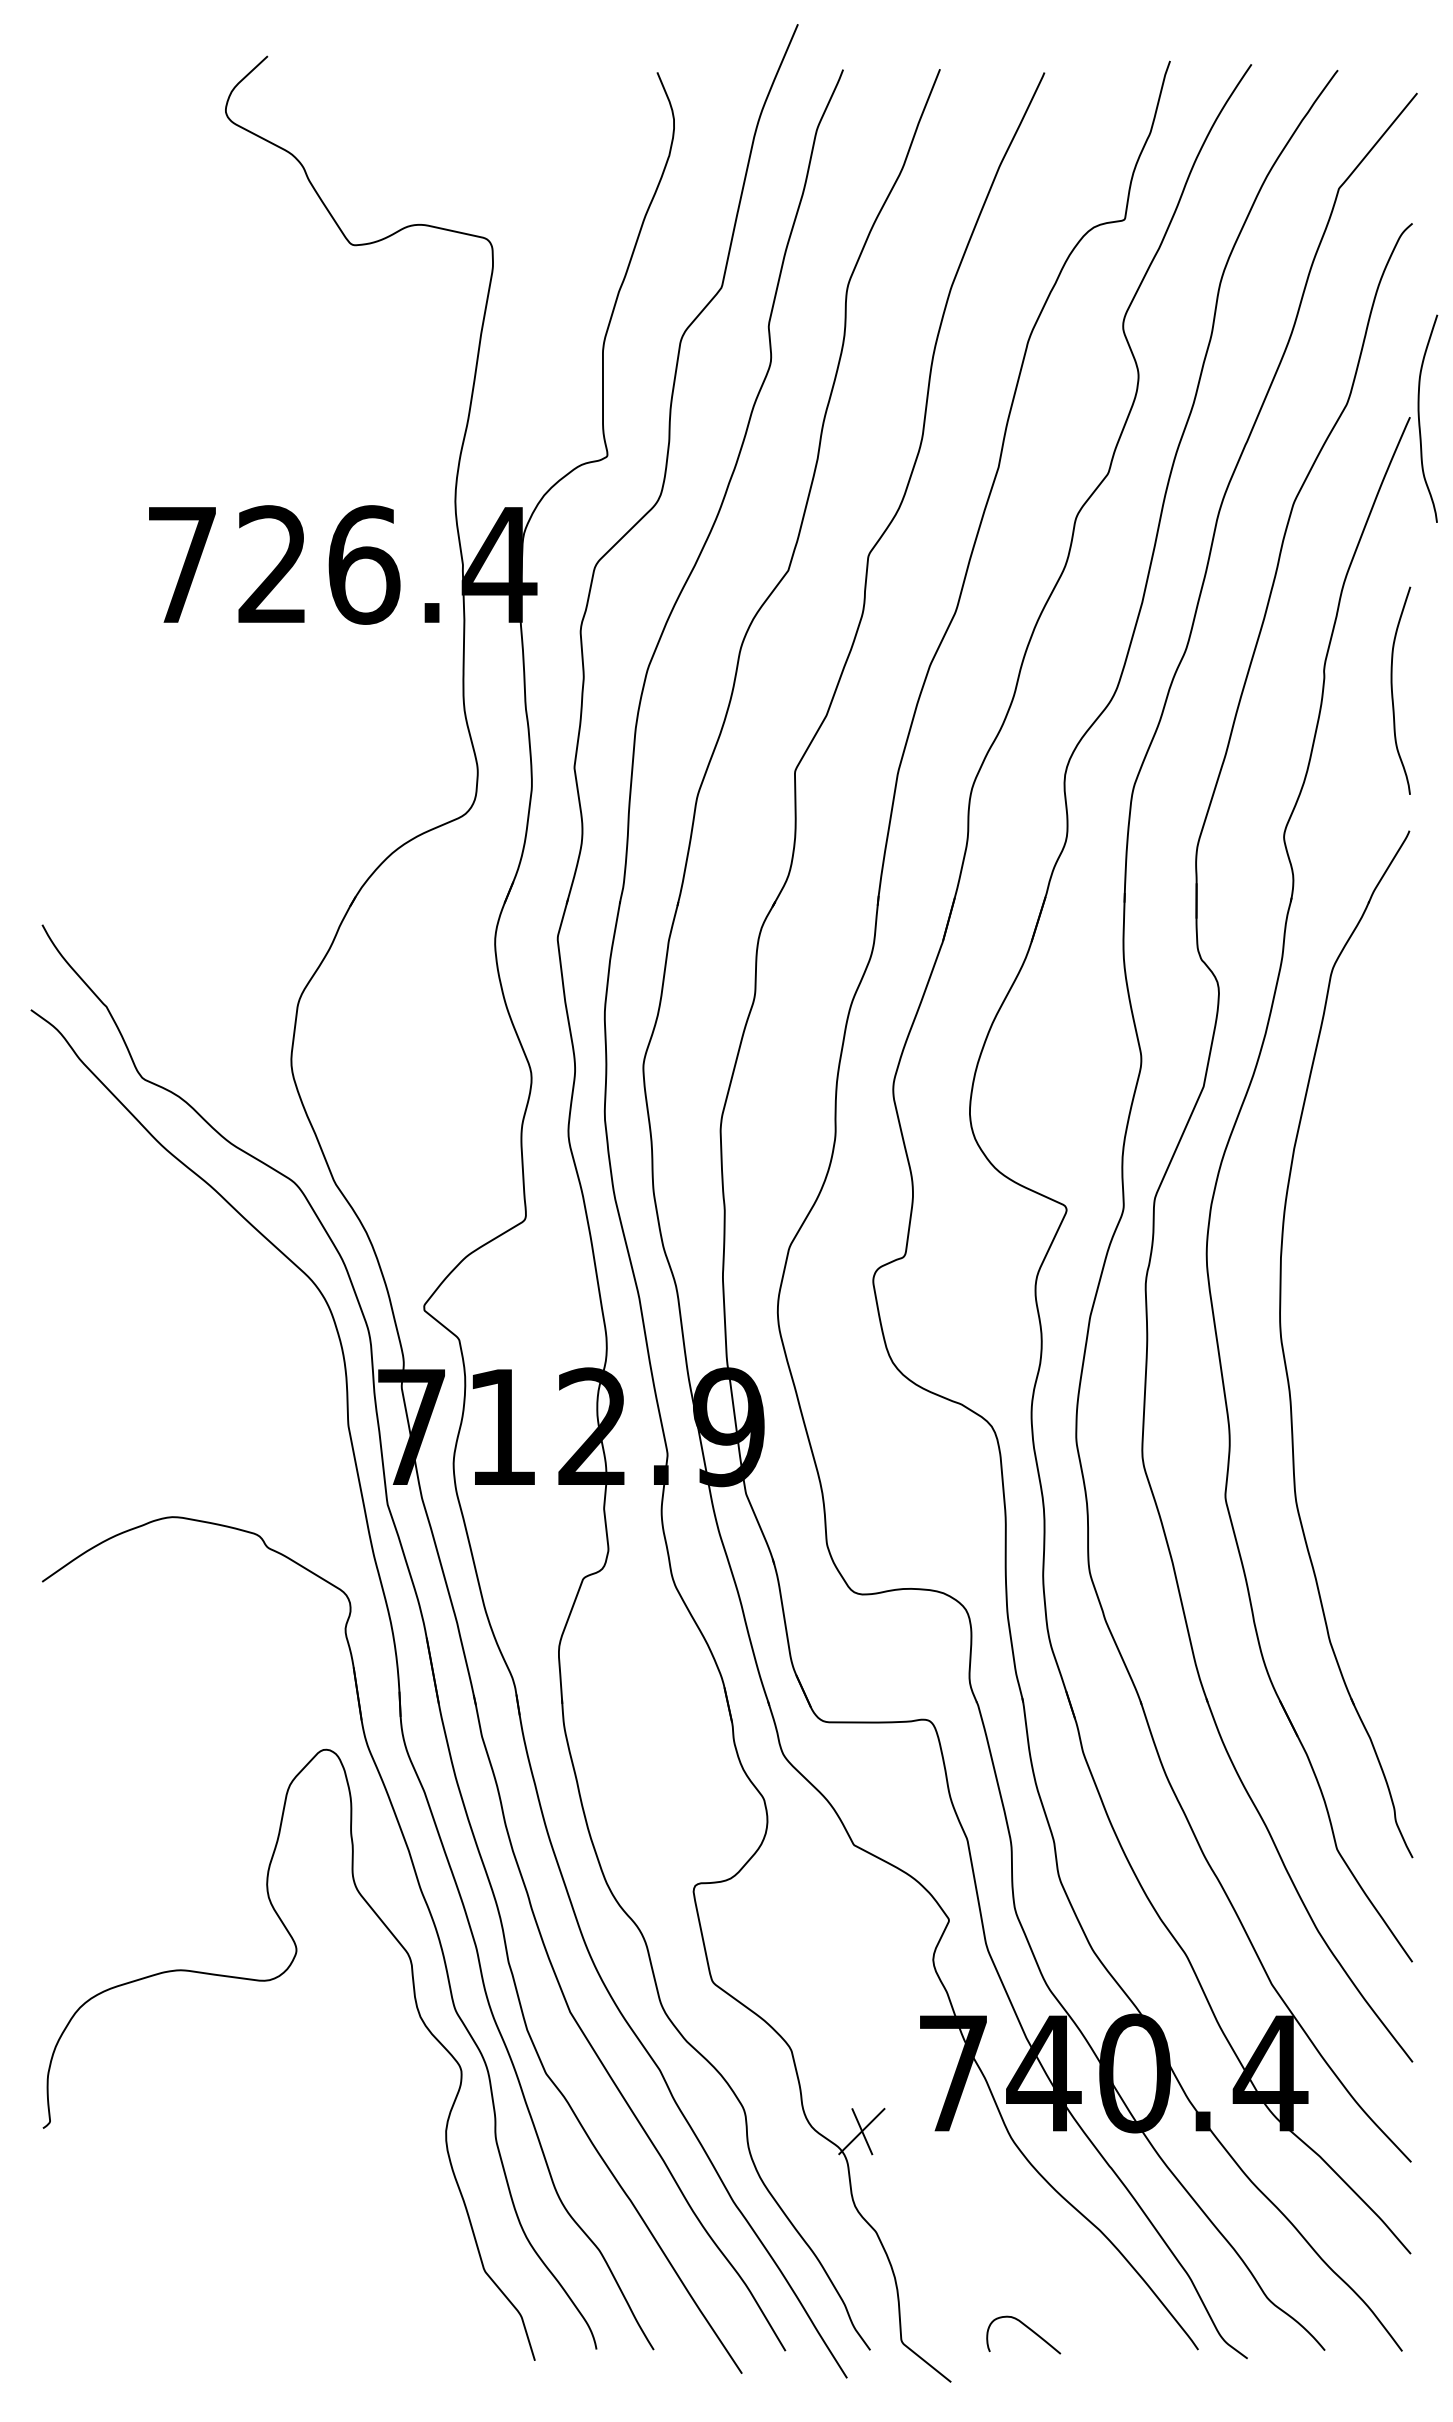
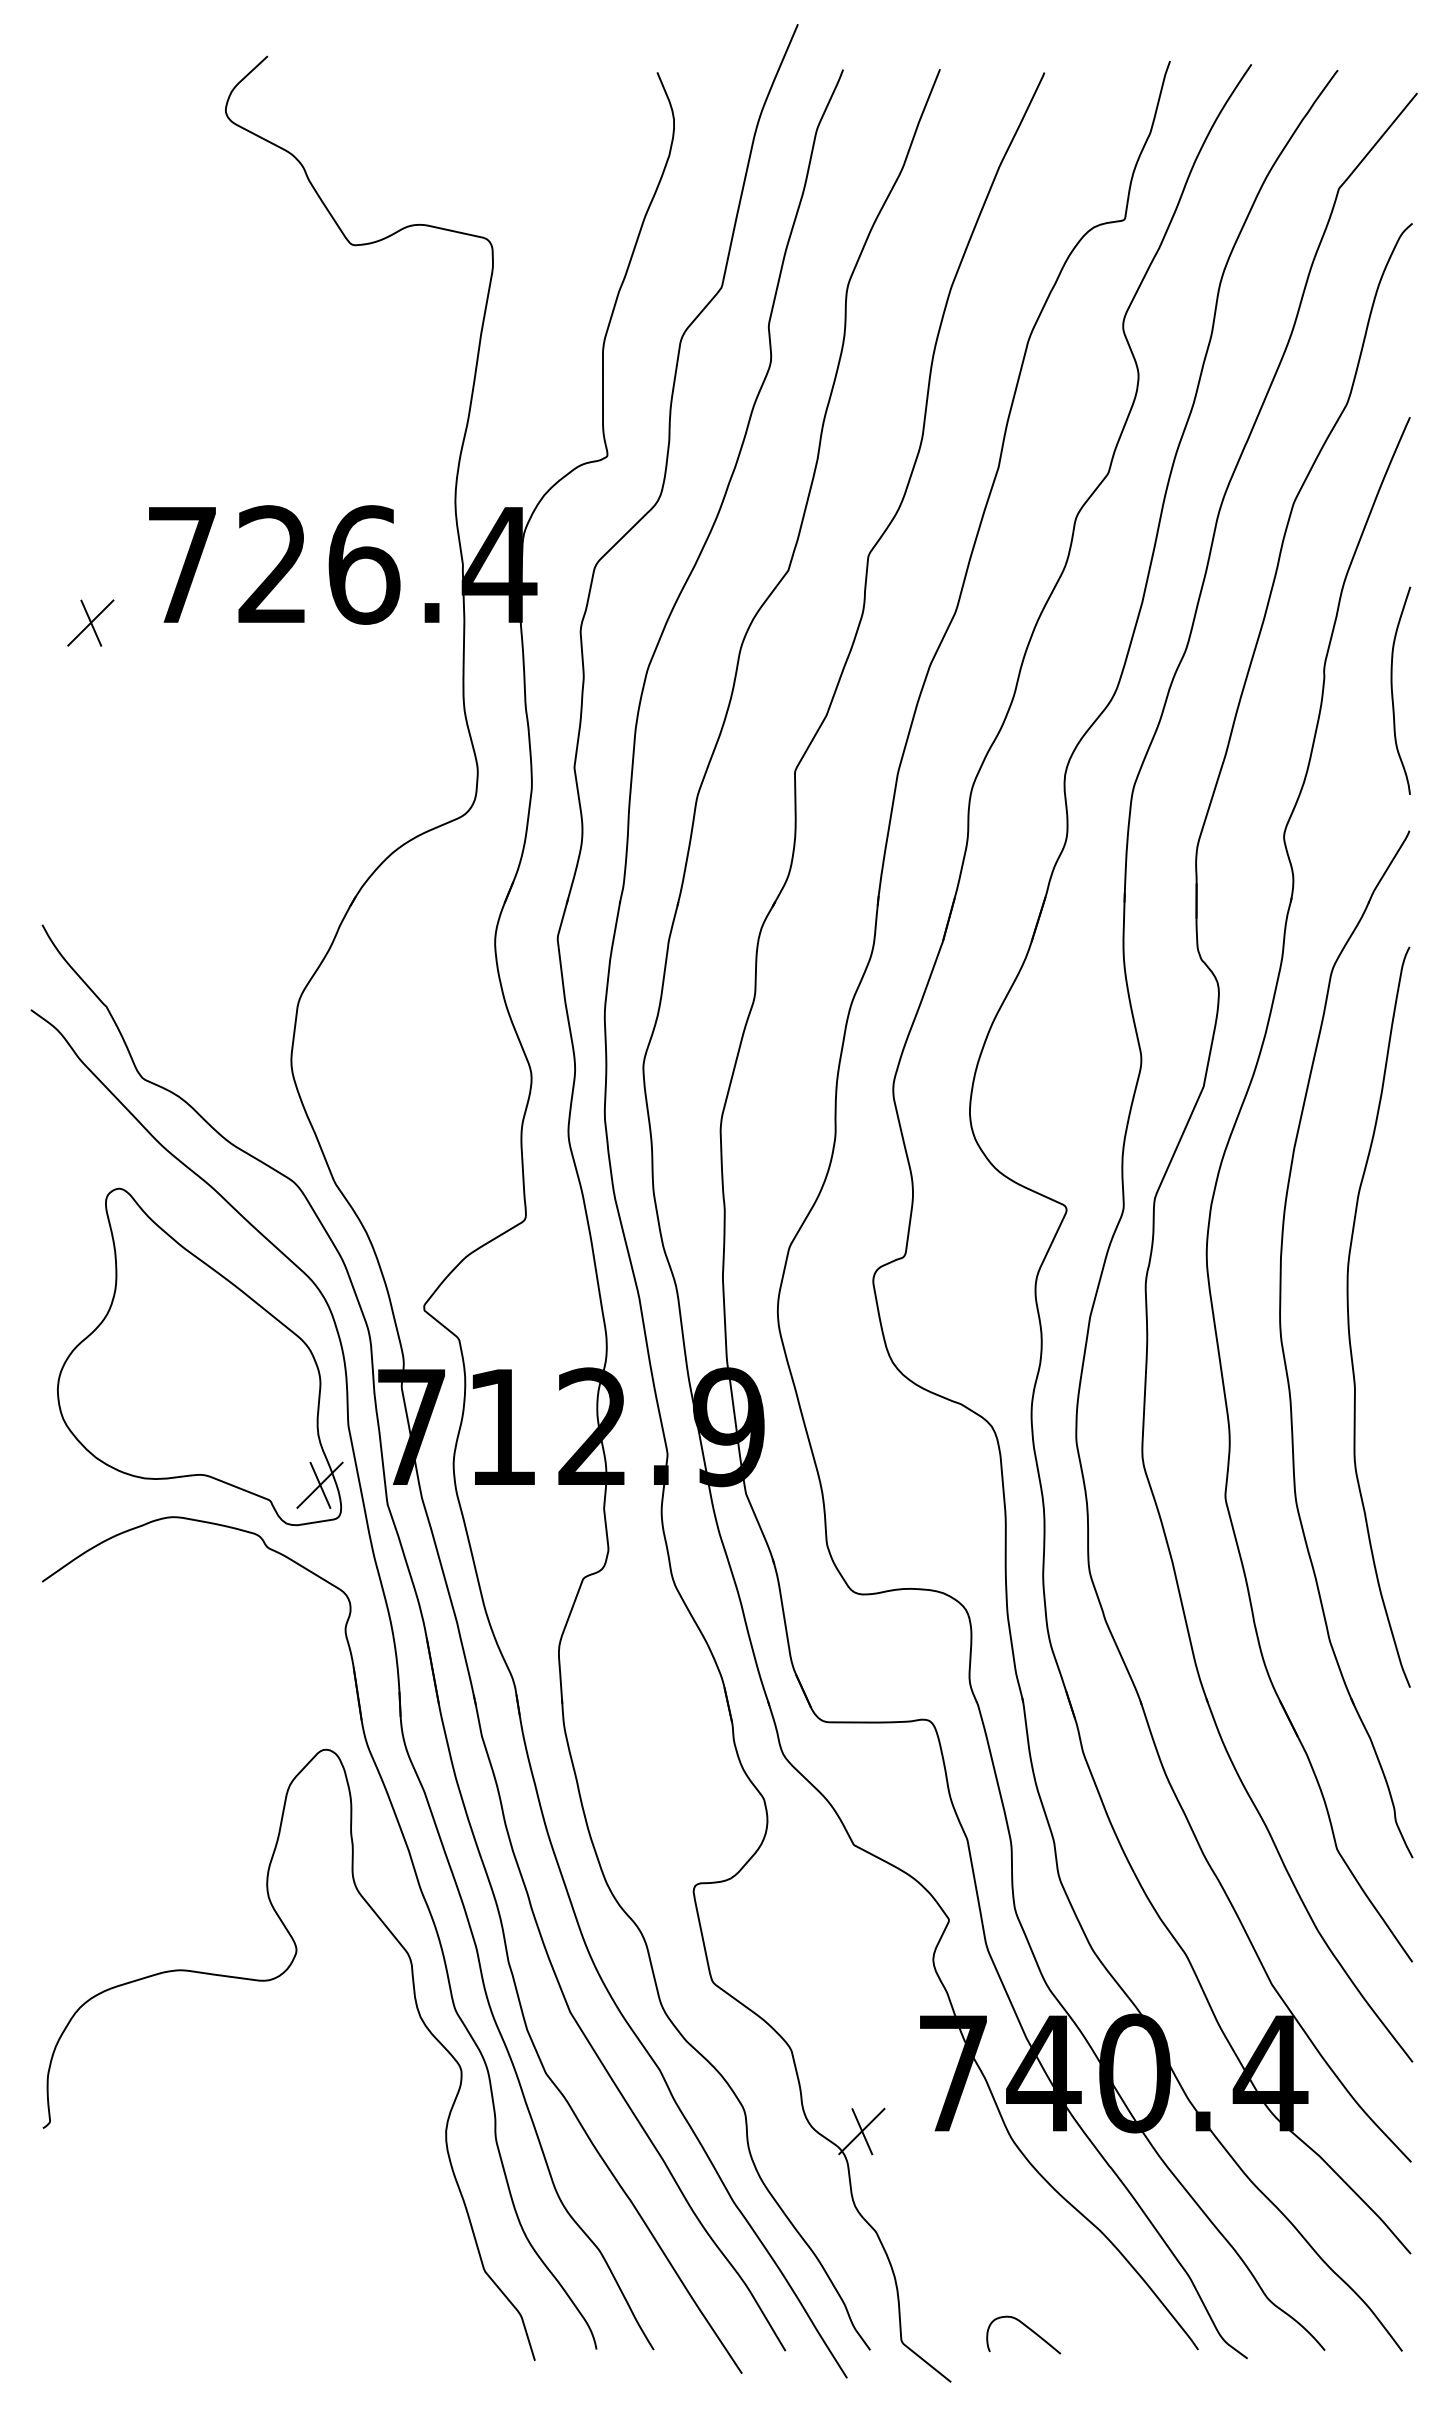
curve at (1419, 418): present -> none
part at (90, 622): none -> present
curve at (1349, 1316): none -> present
part at (200, 1356): none -> present
